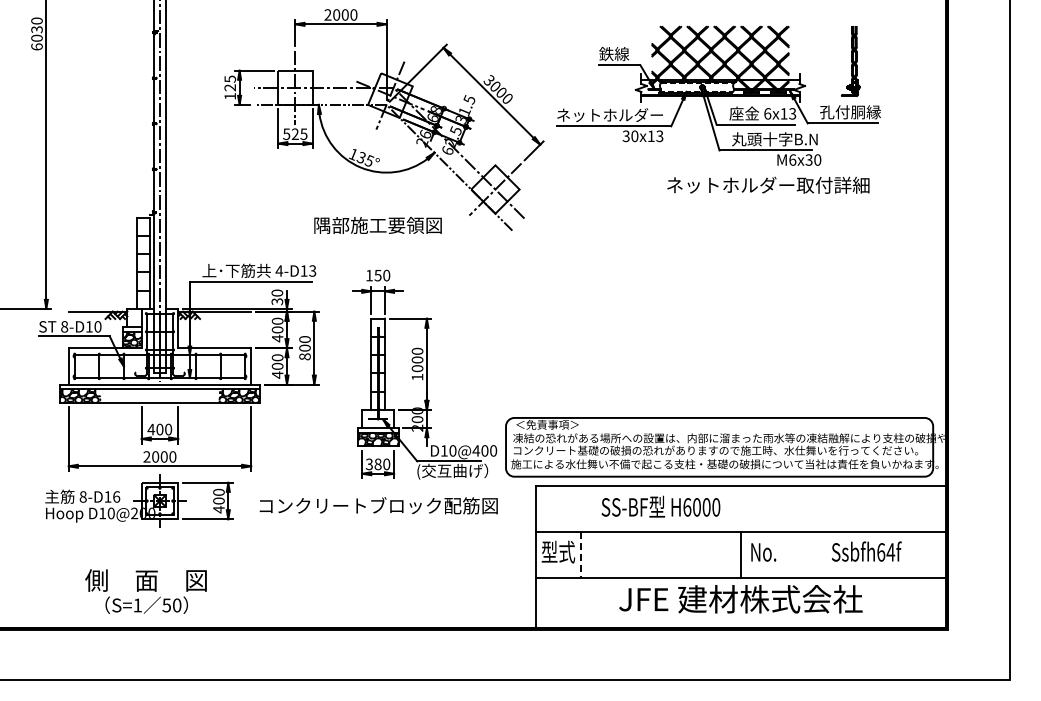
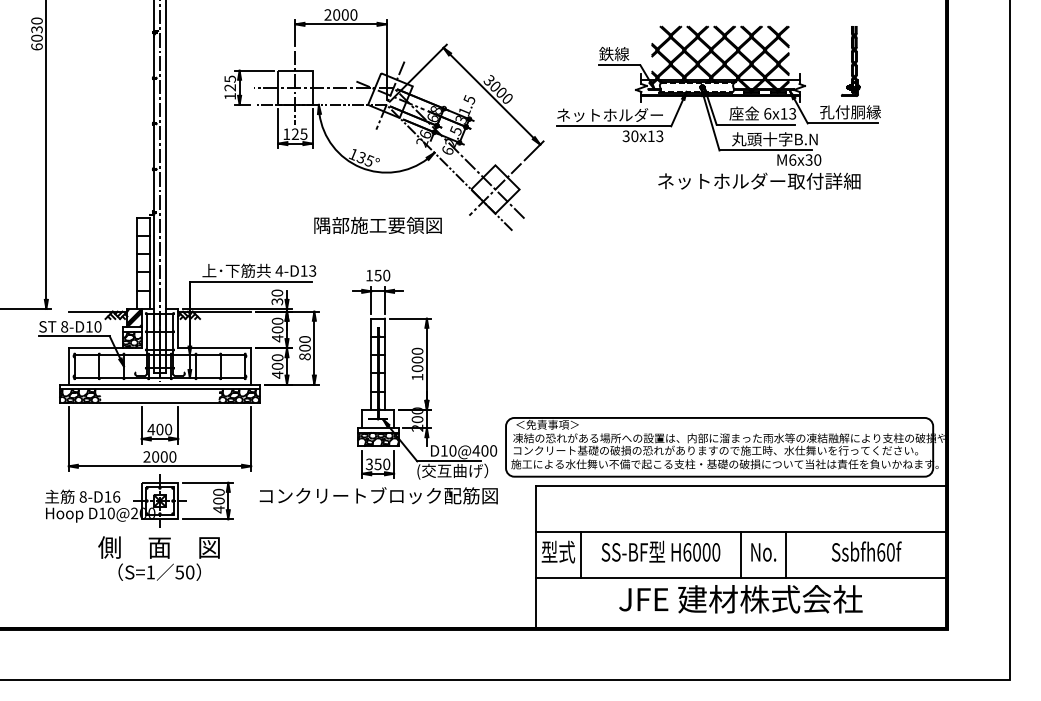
text at (286, 134): 525 -> 125
text at (768, 184) position: (768, 184) -> (759, 180)
hatch at (134, 317): none -> present
text at (377, 464): 380 -> 350
text at (378, 505) position: (378, 505) -> (378, 495)
text at (660, 506) position: (660, 506) -> (660, 551)
text at (890, 552): Ssbfh64f -> Ssbfh60f
line at (581, 554): dashed -> solid
line at (786, 554): none -> present
text at (145, 591) position: (145, 591) -> (158, 558)
